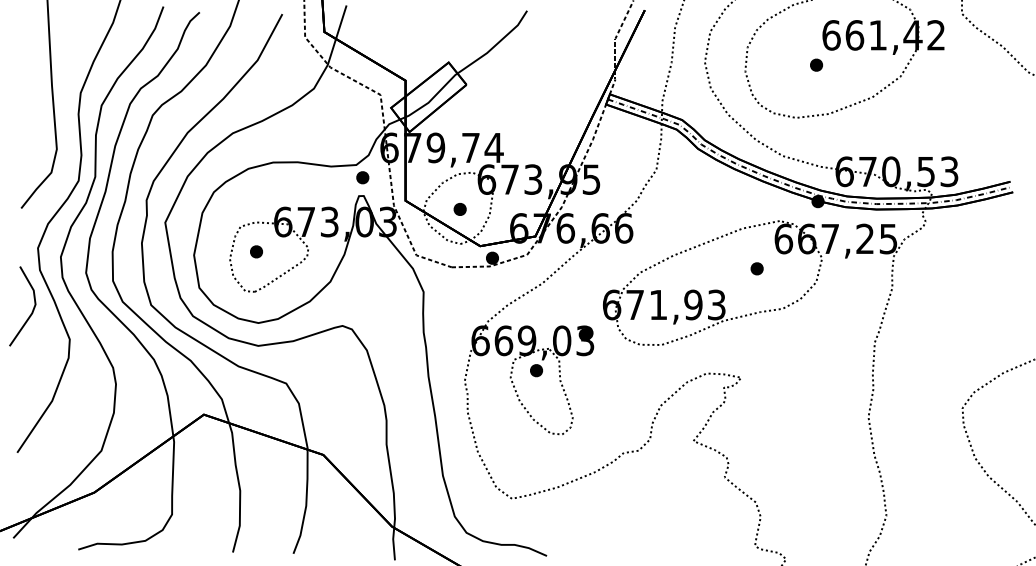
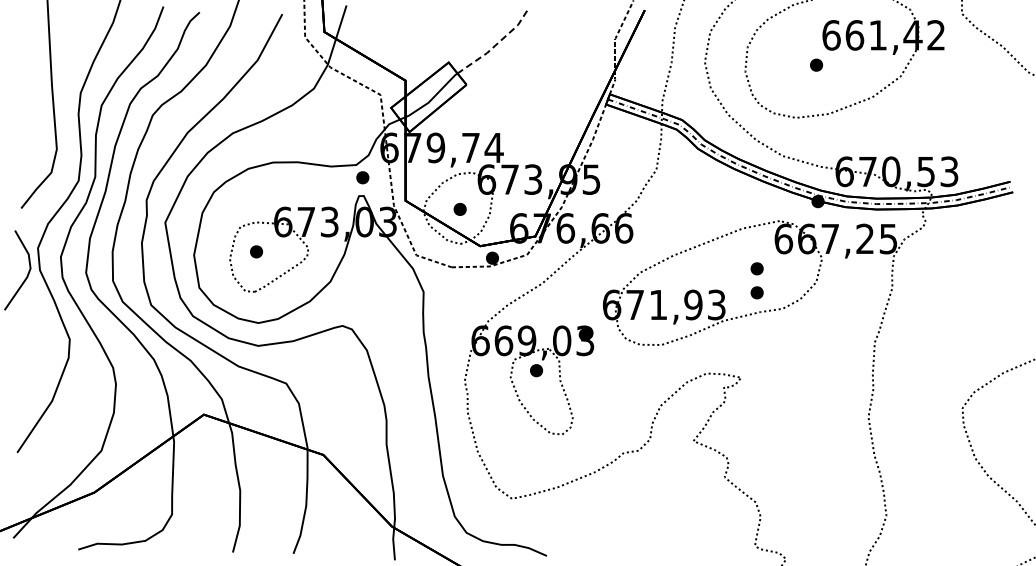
line at (495, 45): solid -> dashed
part at (756, 292): none -> present
line at (32, 309) position: (32, 309) -> (27, 273)
